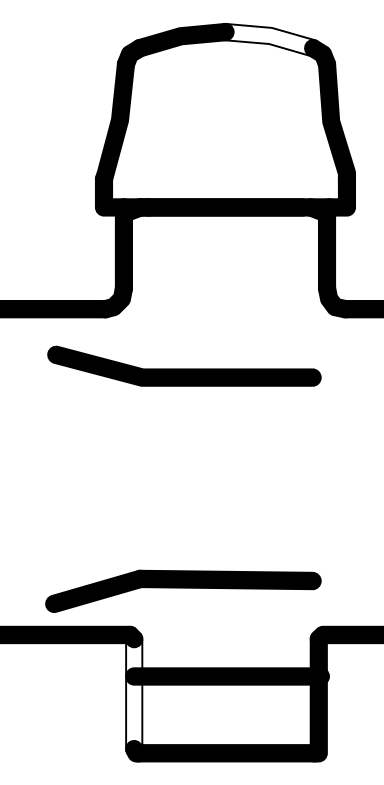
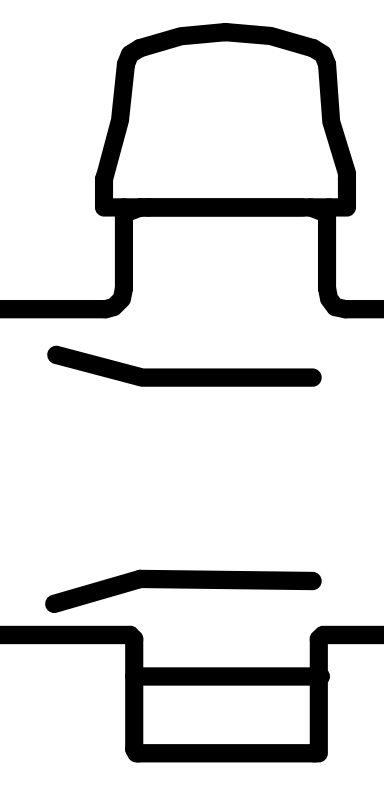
fill at (269, 39): none -> present
fill at (134, 693): none -> present
